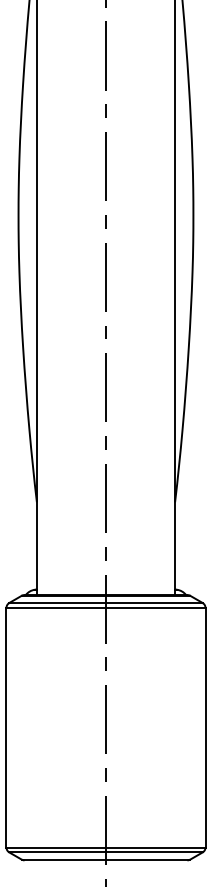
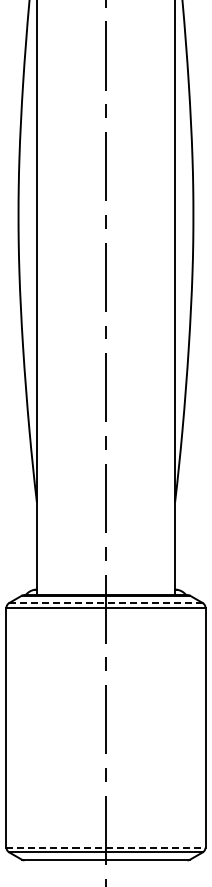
line at (106, 603): solid -> dashed
line at (106, 847): solid -> dashed
